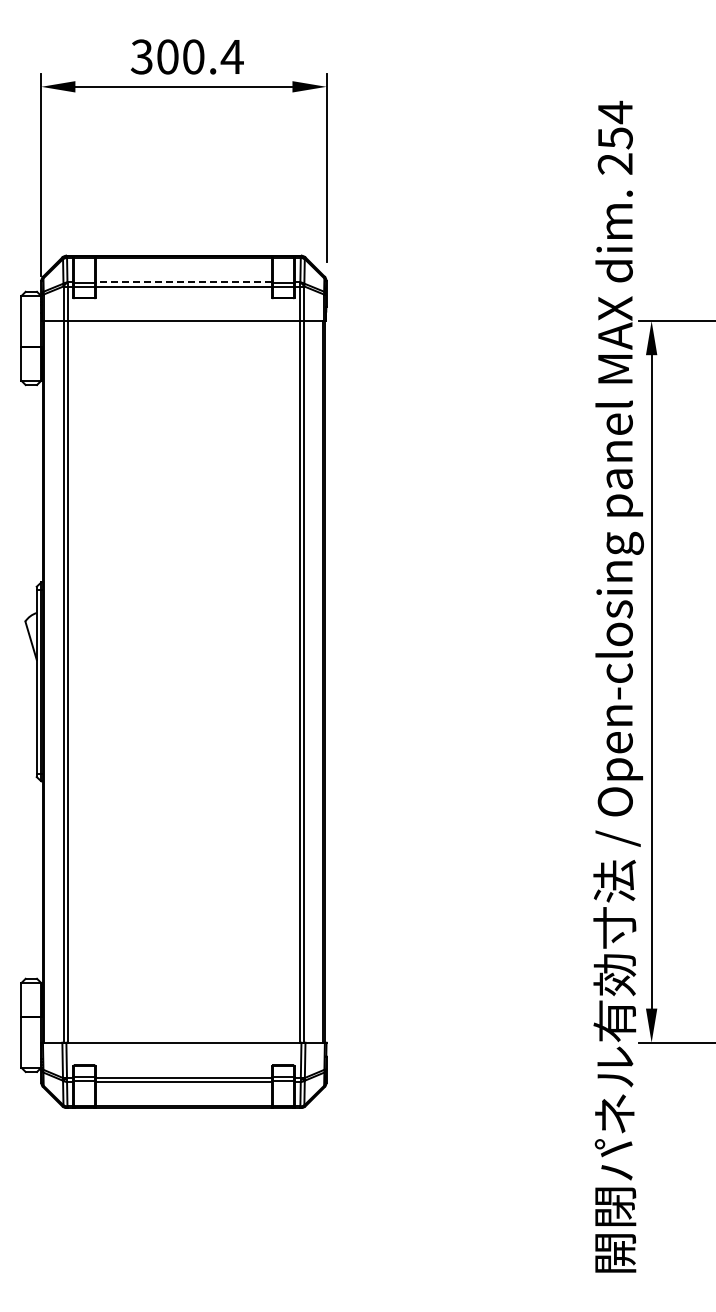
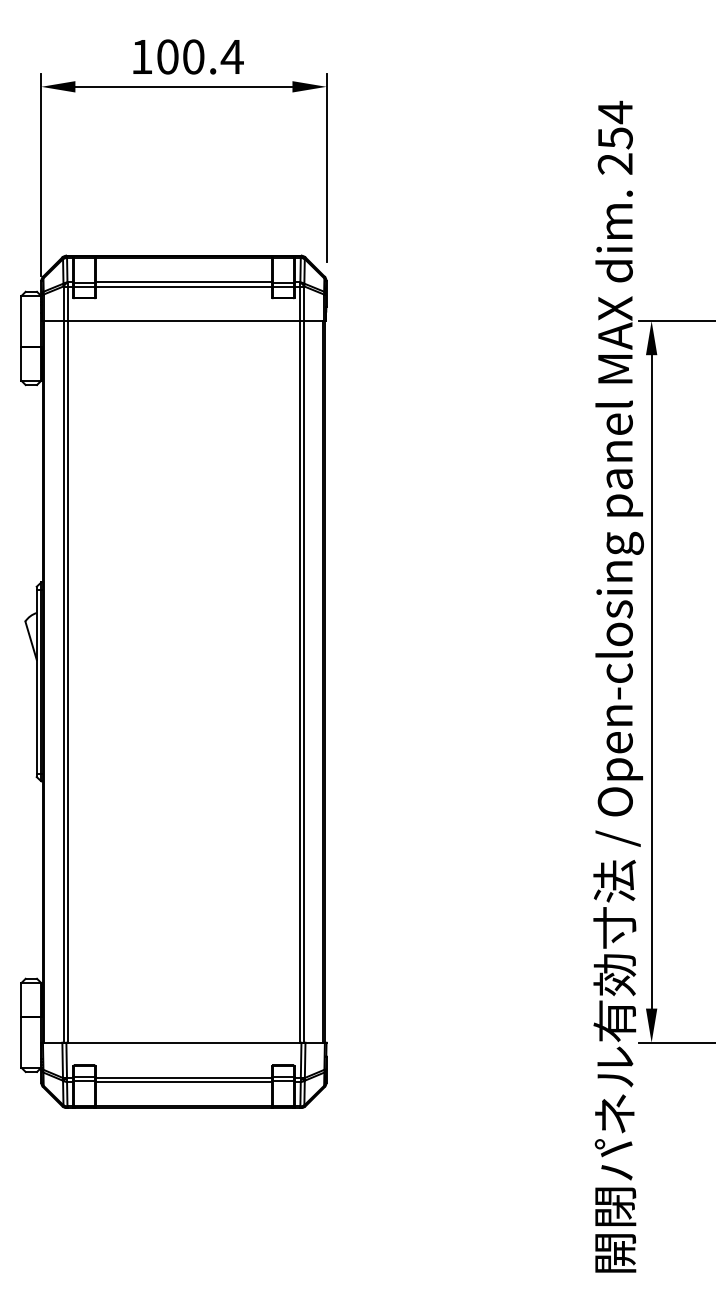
text at (141, 56): 300.4 -> 100.4
line at (183, 282): dashed -> solid
